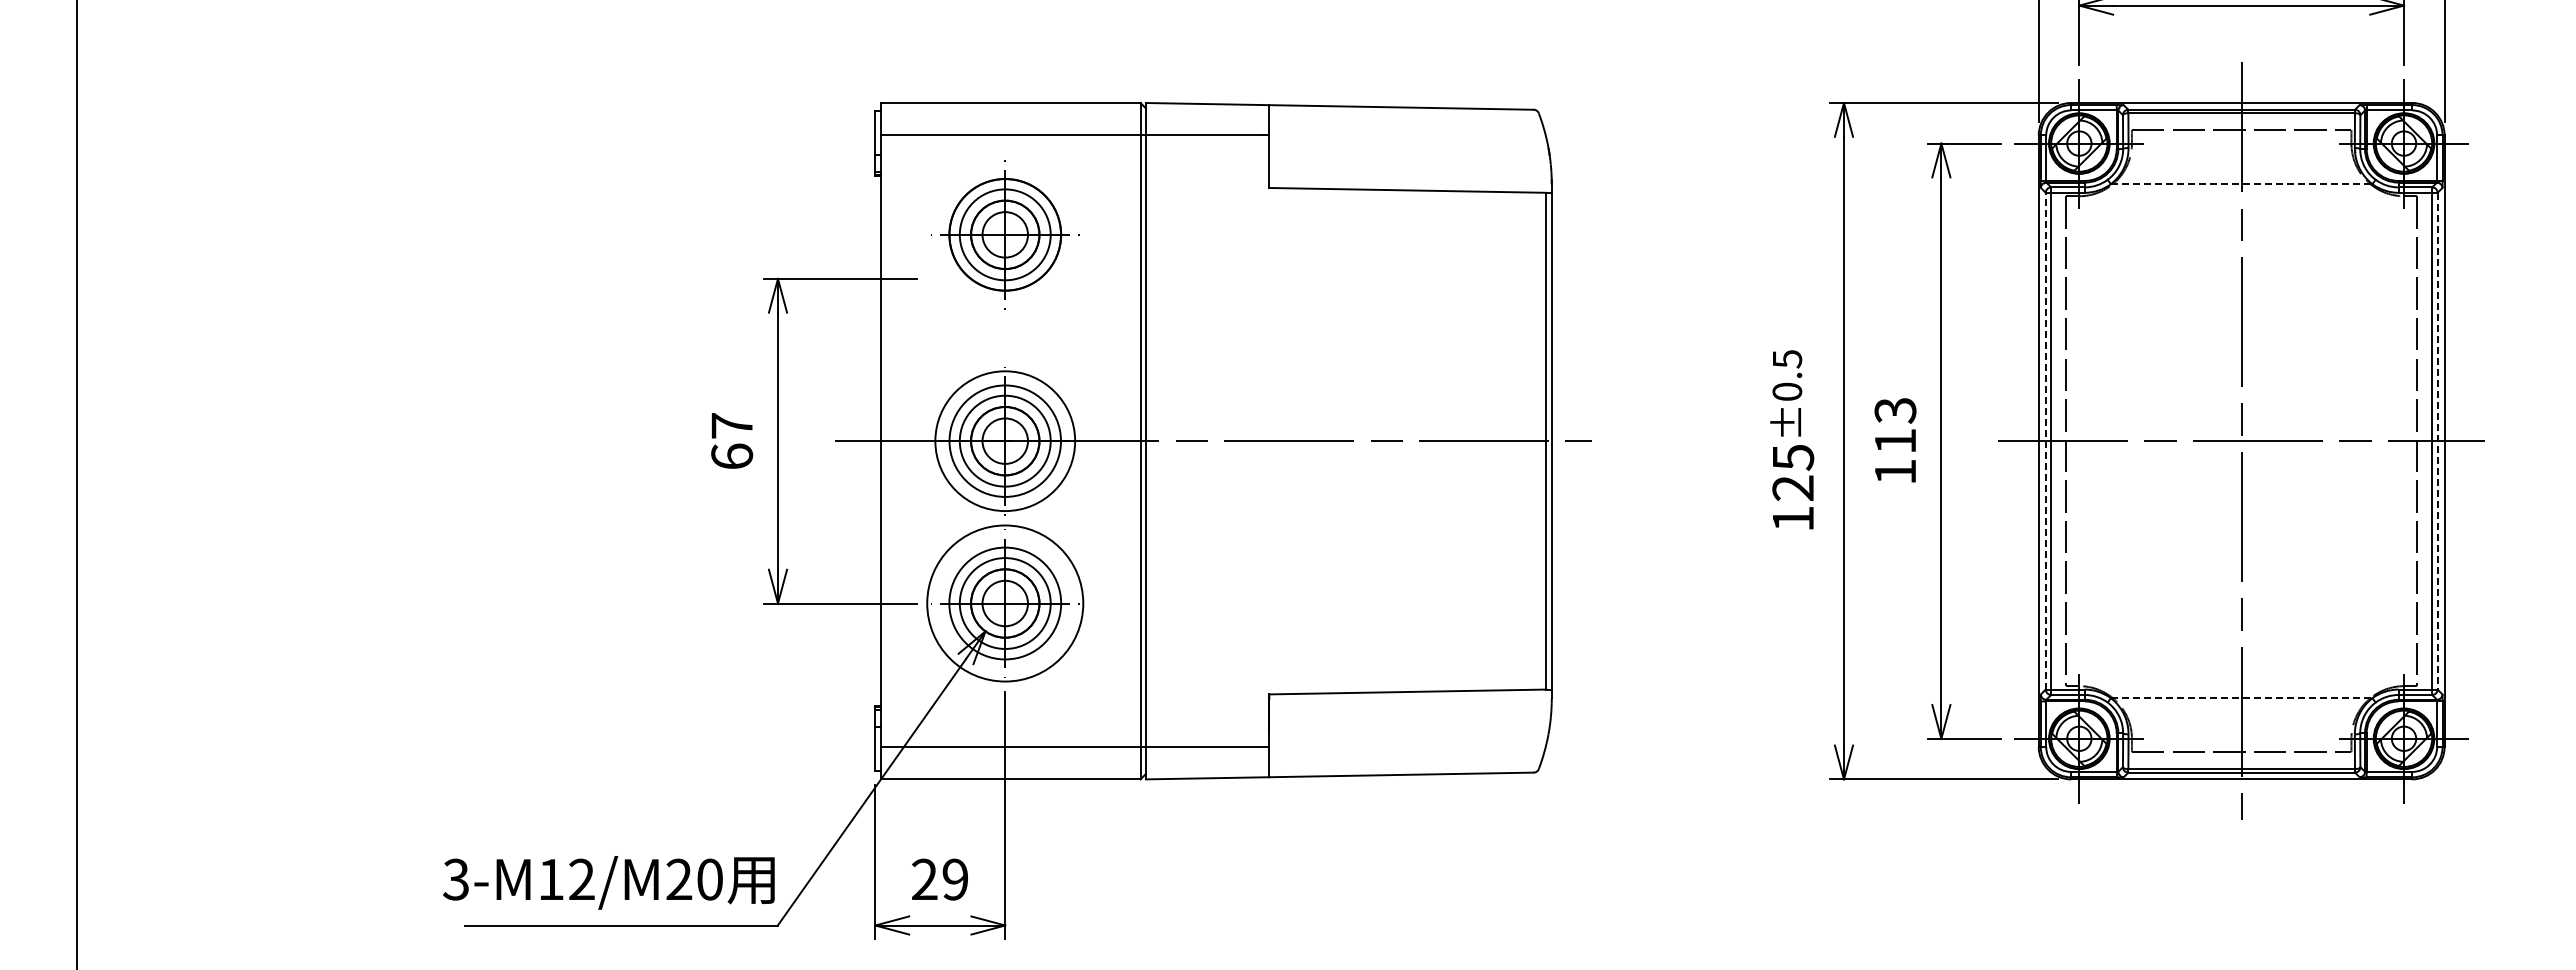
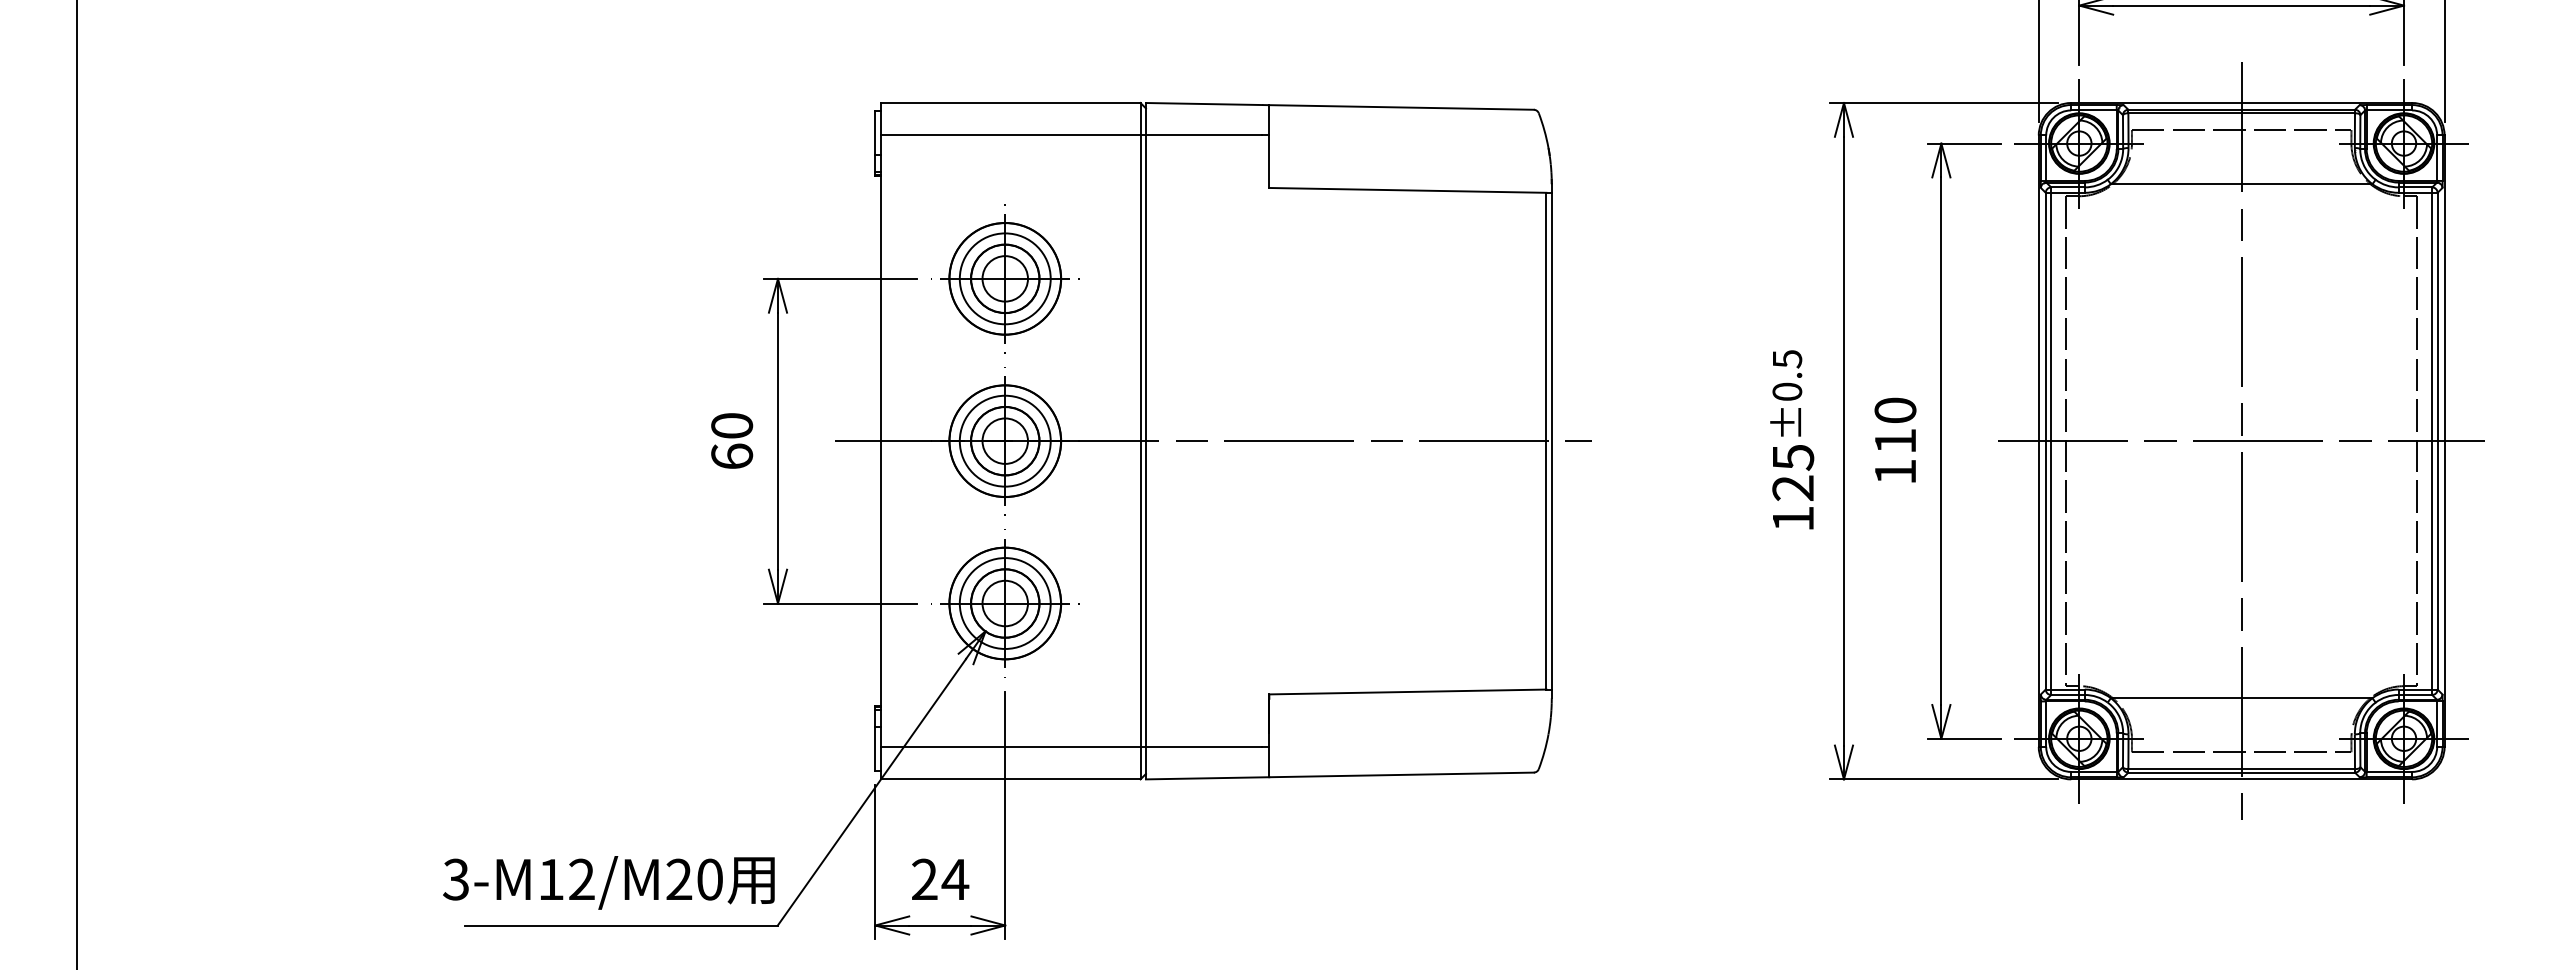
line at (2241, 184): dashed -> solid
part at (1005, 234) position: (1005, 234) -> (1005, 278)
text at (1895, 410): 113 -> 110
text at (732, 425): 67 -> 60
line at (2045, 440): dashed -> solid
circle at (1005, 441) diameter: 140 px -> 112 px
line at (2437, 441): dashed -> solid
circle at (1005, 603) diameter: 156 px -> 111 px
line at (2241, 698): dashed -> solid
text at (955, 879): 29 -> 24
